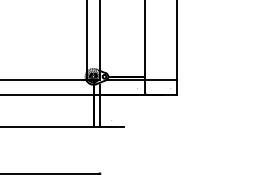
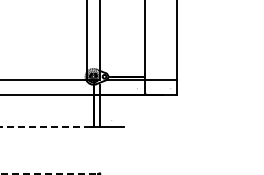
line at (46, 127): solid -> dashed
line at (49, 173): solid -> dashed
